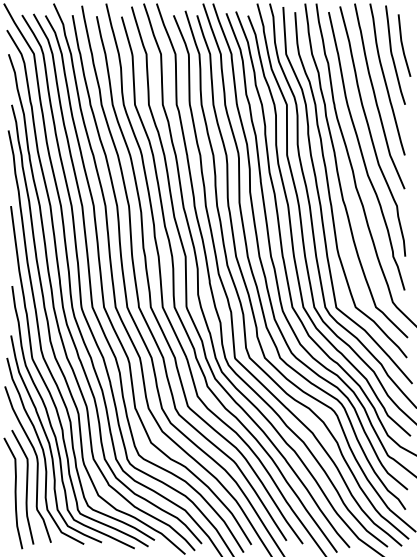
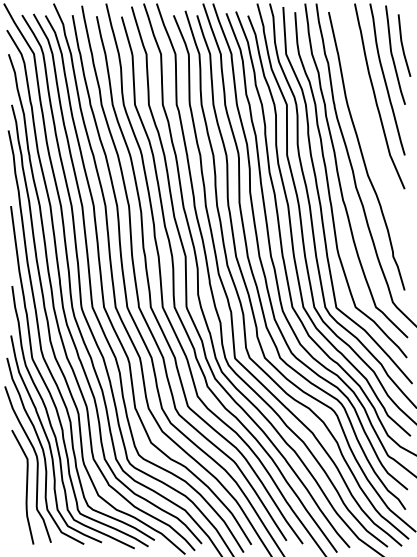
curve at (370, 131): present -> none
curve at (14, 493): present -> none
